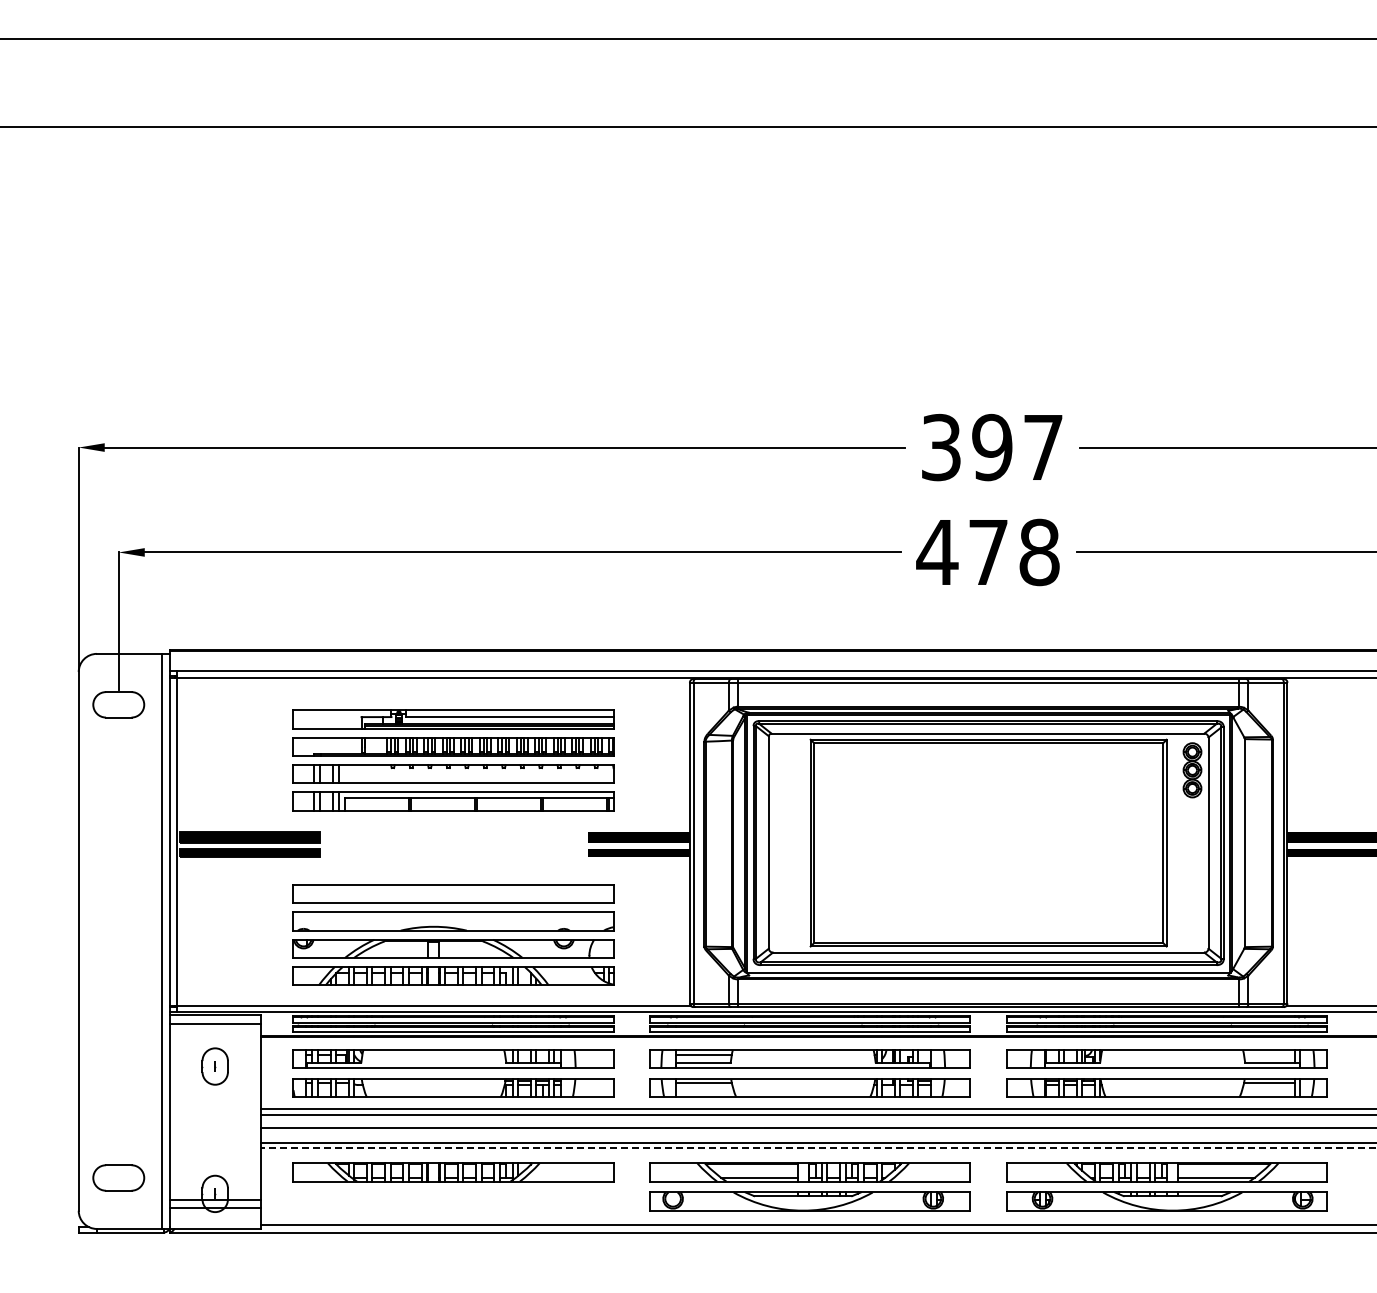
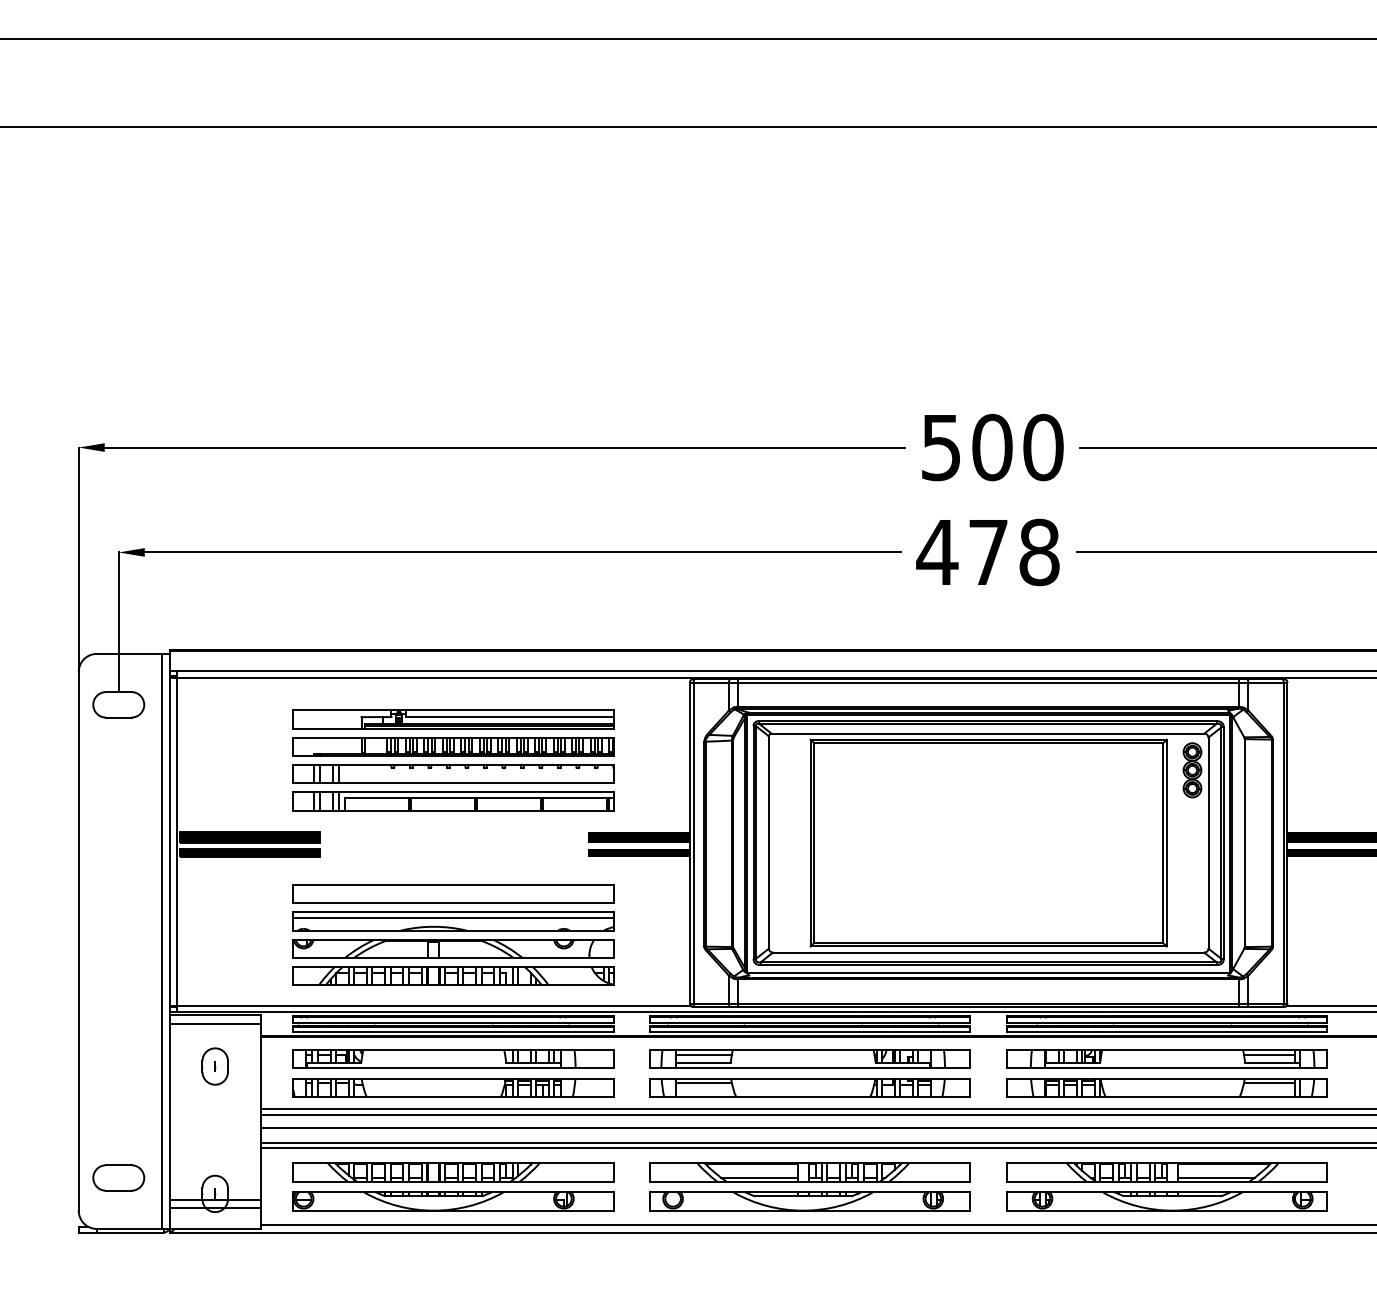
text at (992, 447): 397 -> 500
line at (453, 918): none -> present
line at (1269, 1055): none -> present
line at (818, 1148): dashed -> solid
part at (453, 1201): none -> present
